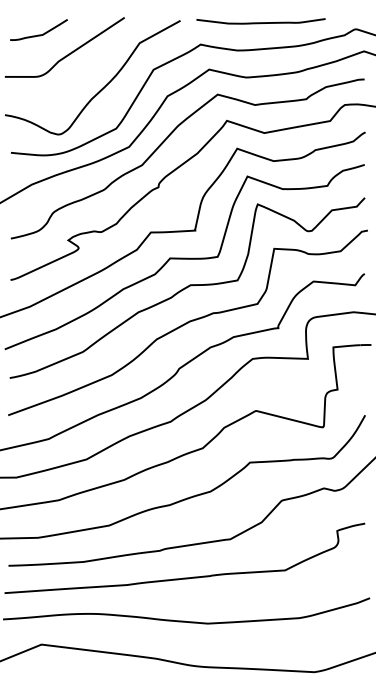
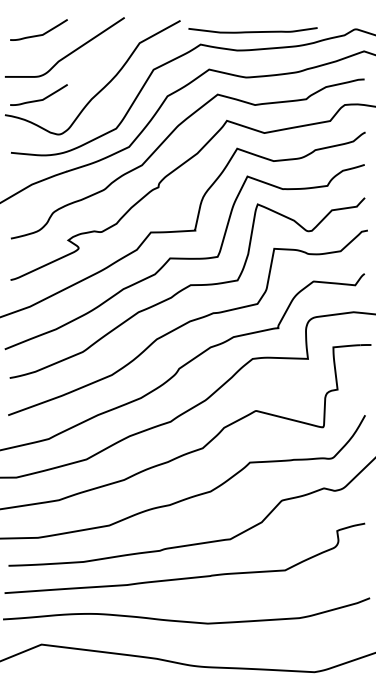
curve at (260, 22) position: (260, 22) -> (252, 31)
curve at (38, 99): none -> present
